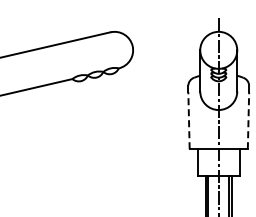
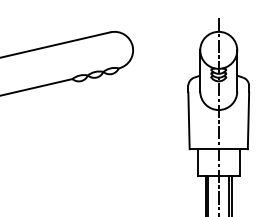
line at (189, 120): dashed -> solid
line at (248, 120): dashed -> solid
